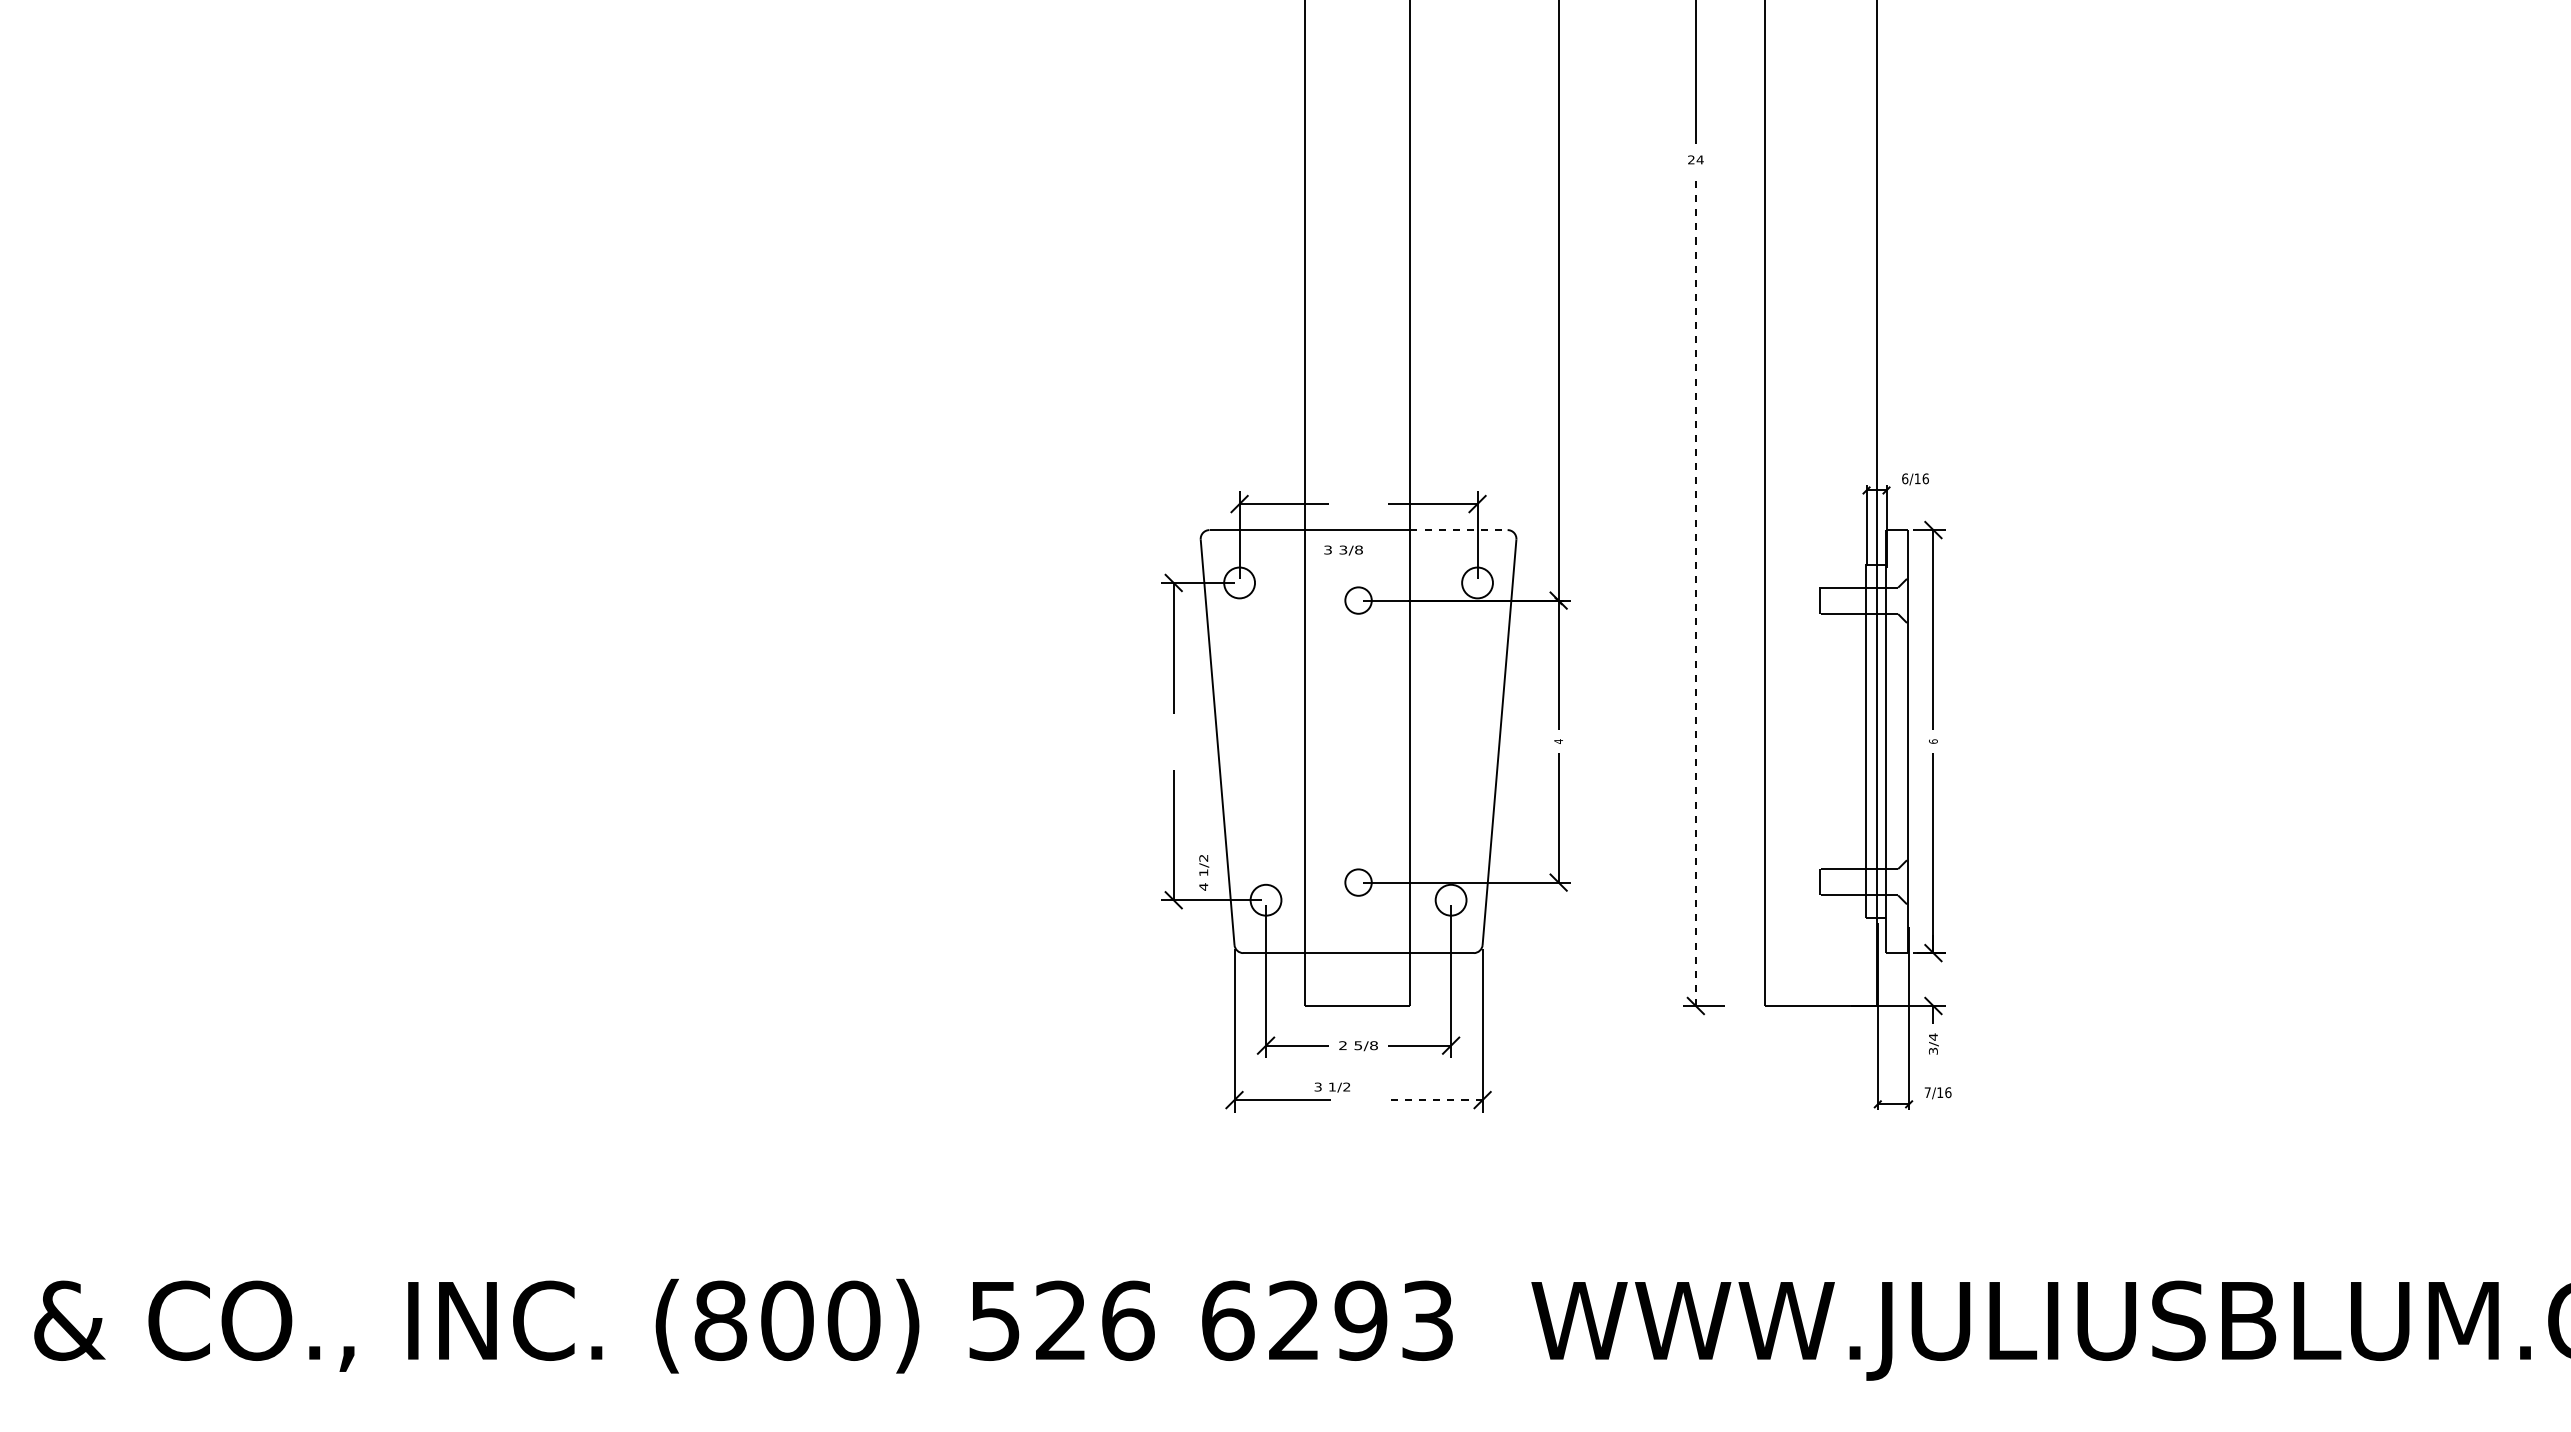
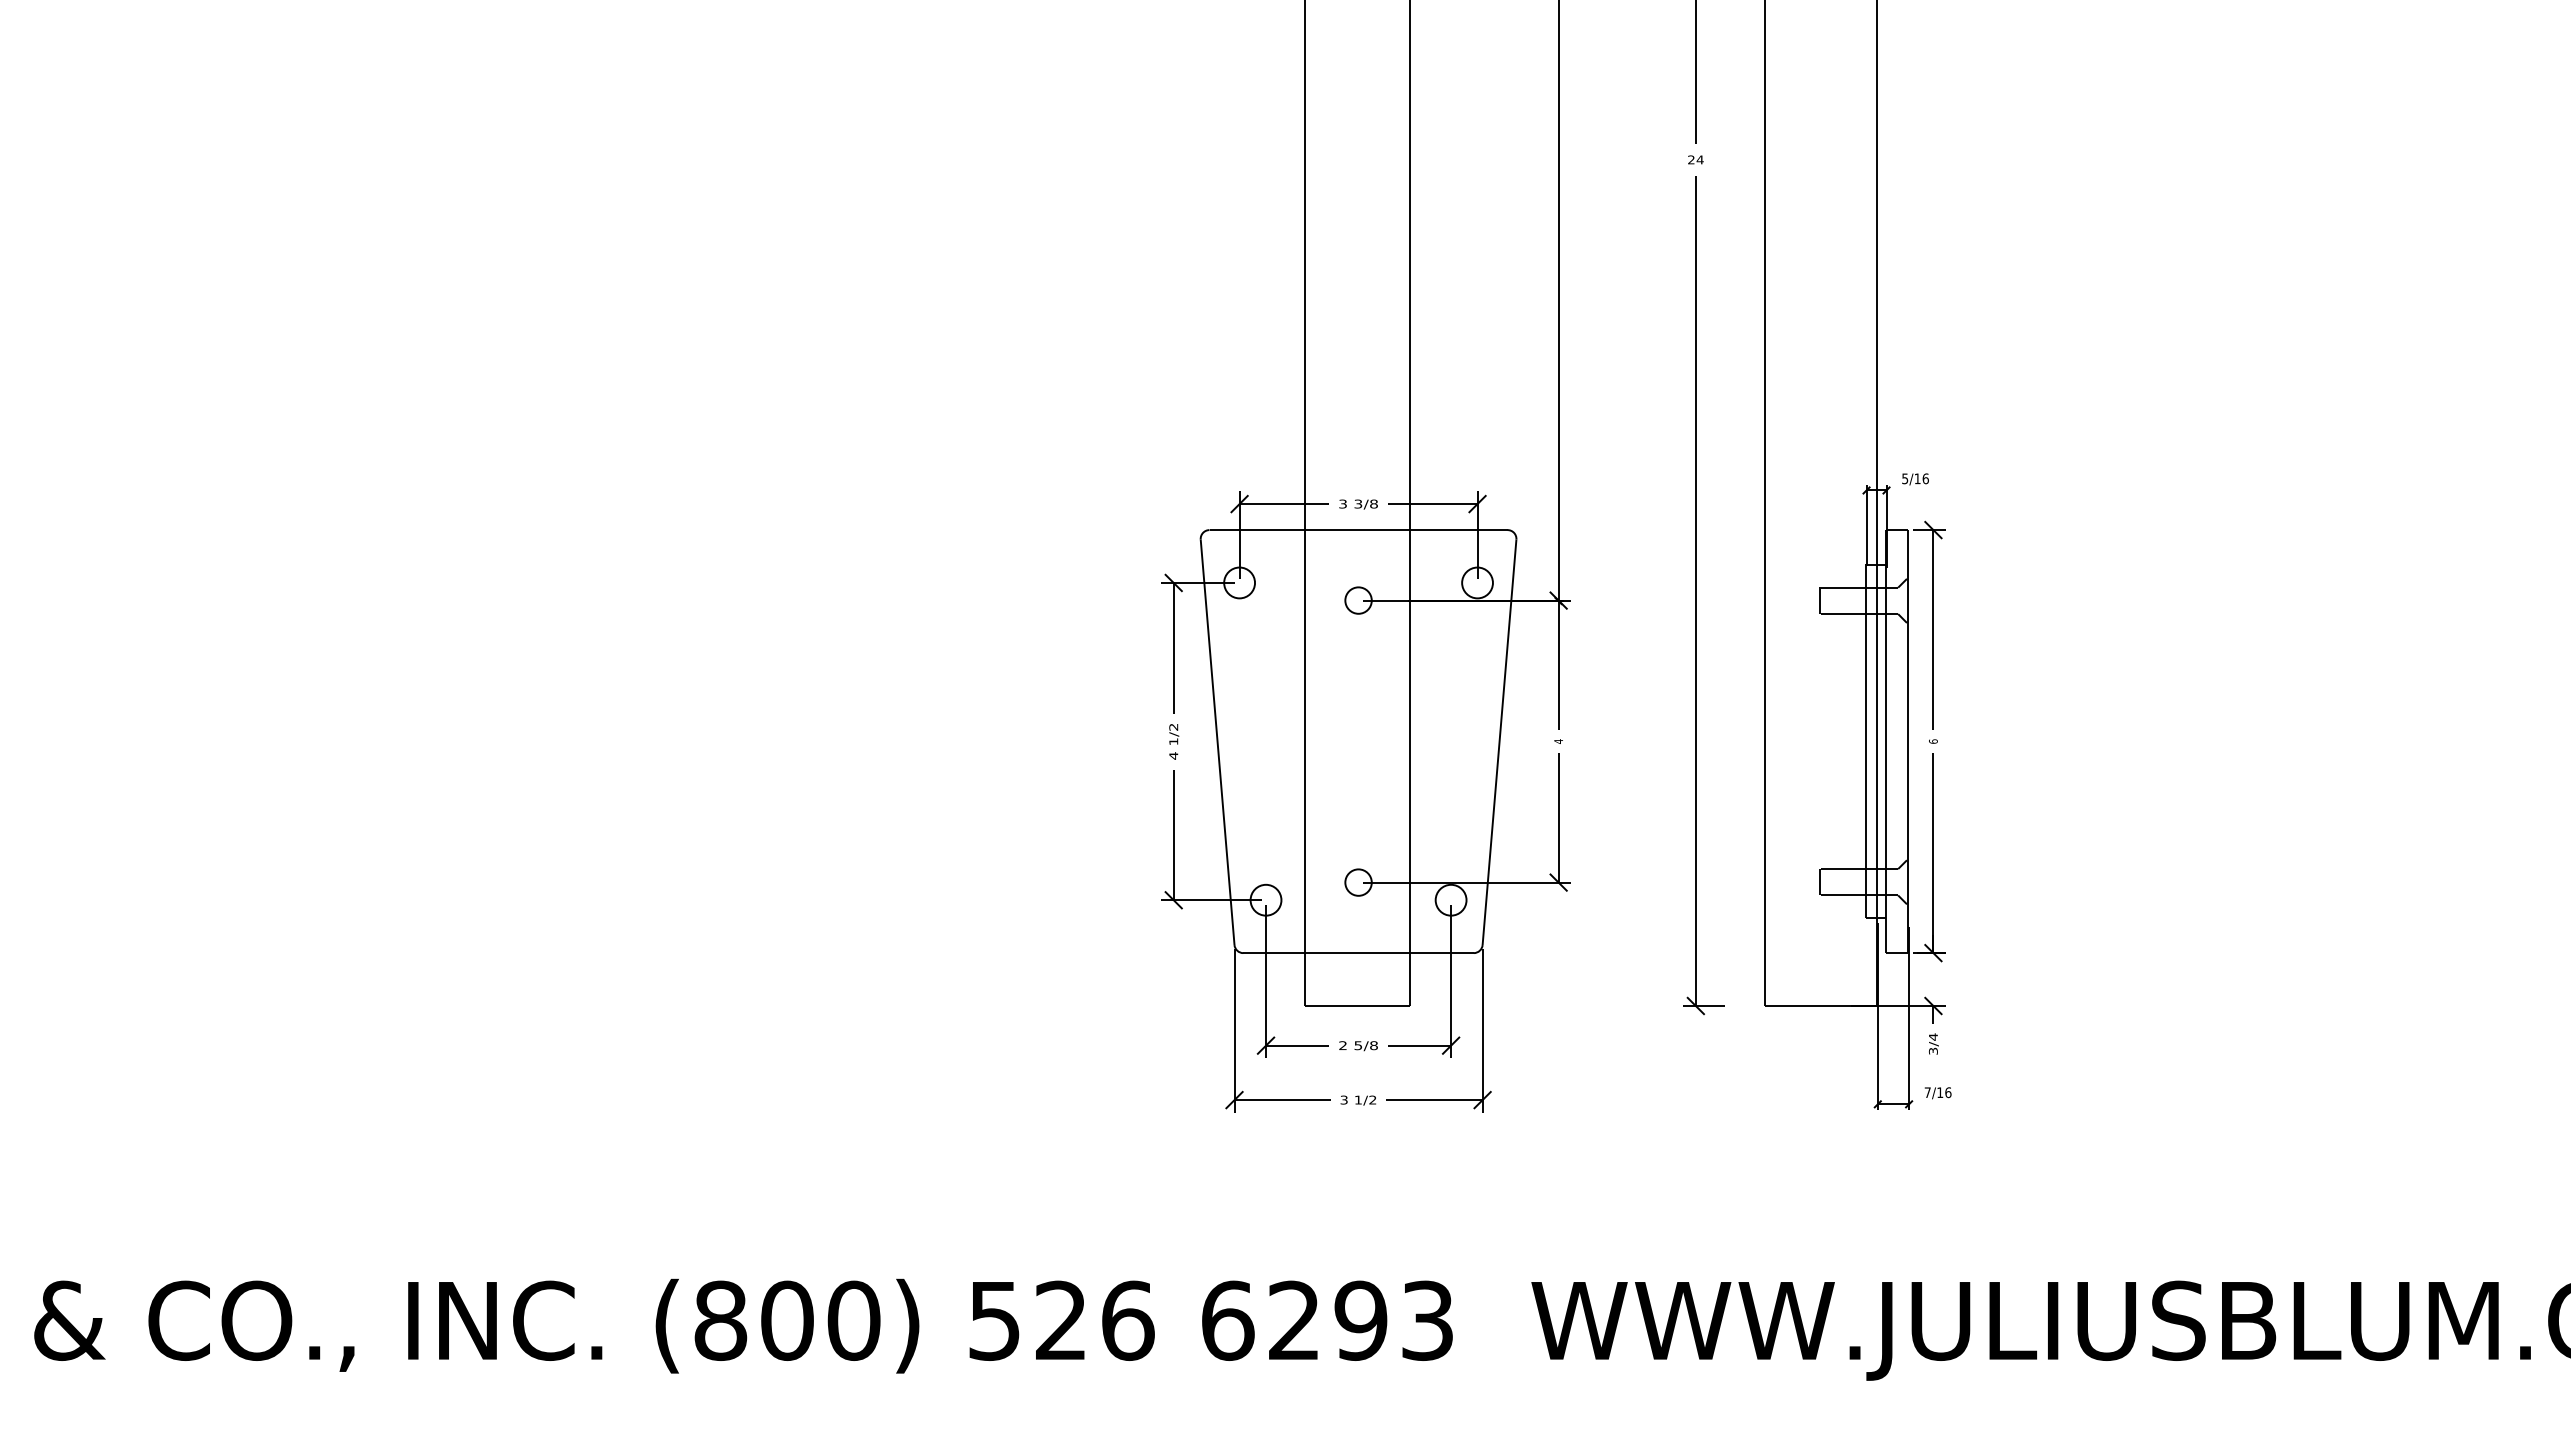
text at (1905, 478): 6/16 -> 5/16
line at (1459, 530): dashed -> solid
text at (1343, 550) position: (1343, 550) -> (1358, 504)
line at (1695, 591): dashed -> solid
text at (1204, 872) position: (1204, 872) -> (1174, 741)
text at (1331, 1087) position: (1331, 1087) -> (1357, 1100)
line at (1434, 1100): dashed -> solid
